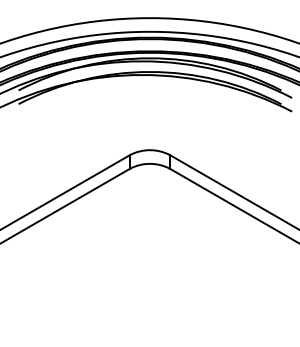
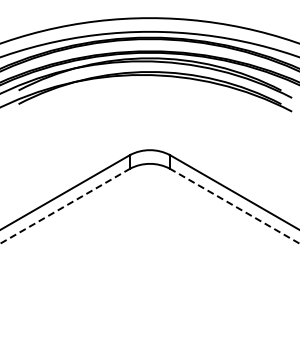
line at (65, 206): solid -> dashed
line at (234, 206): solid -> dashed
